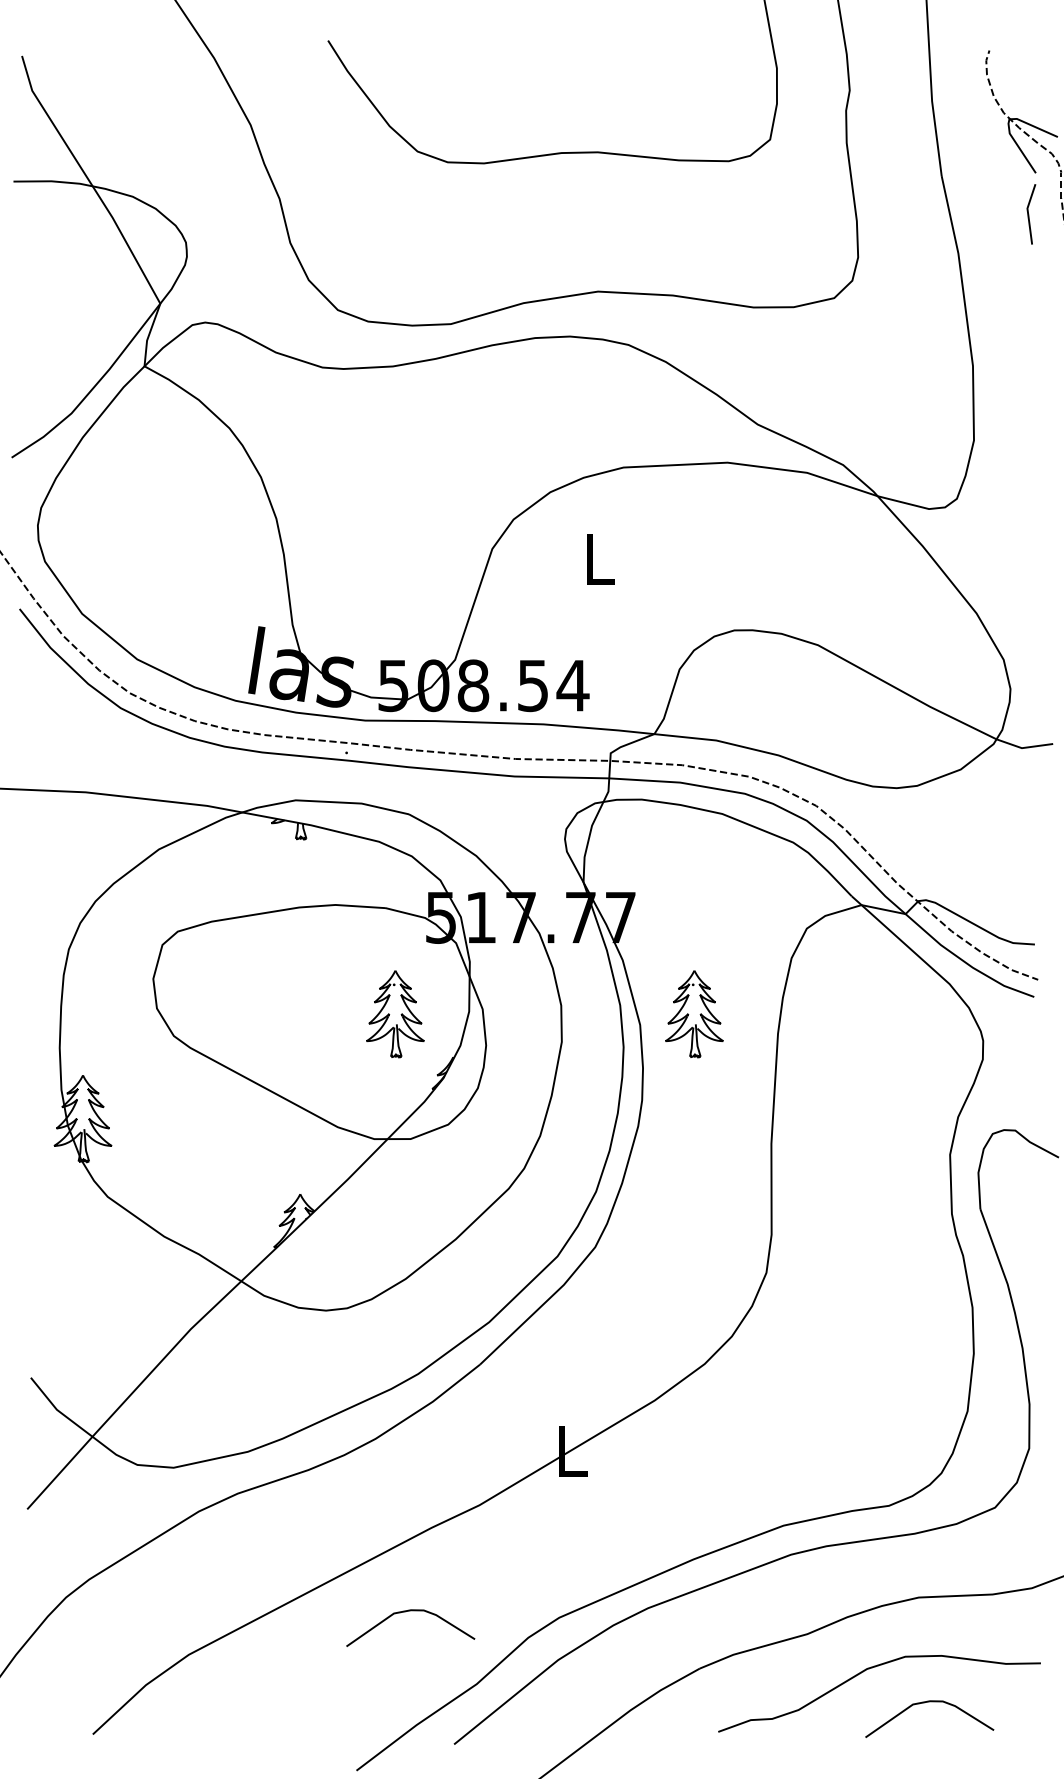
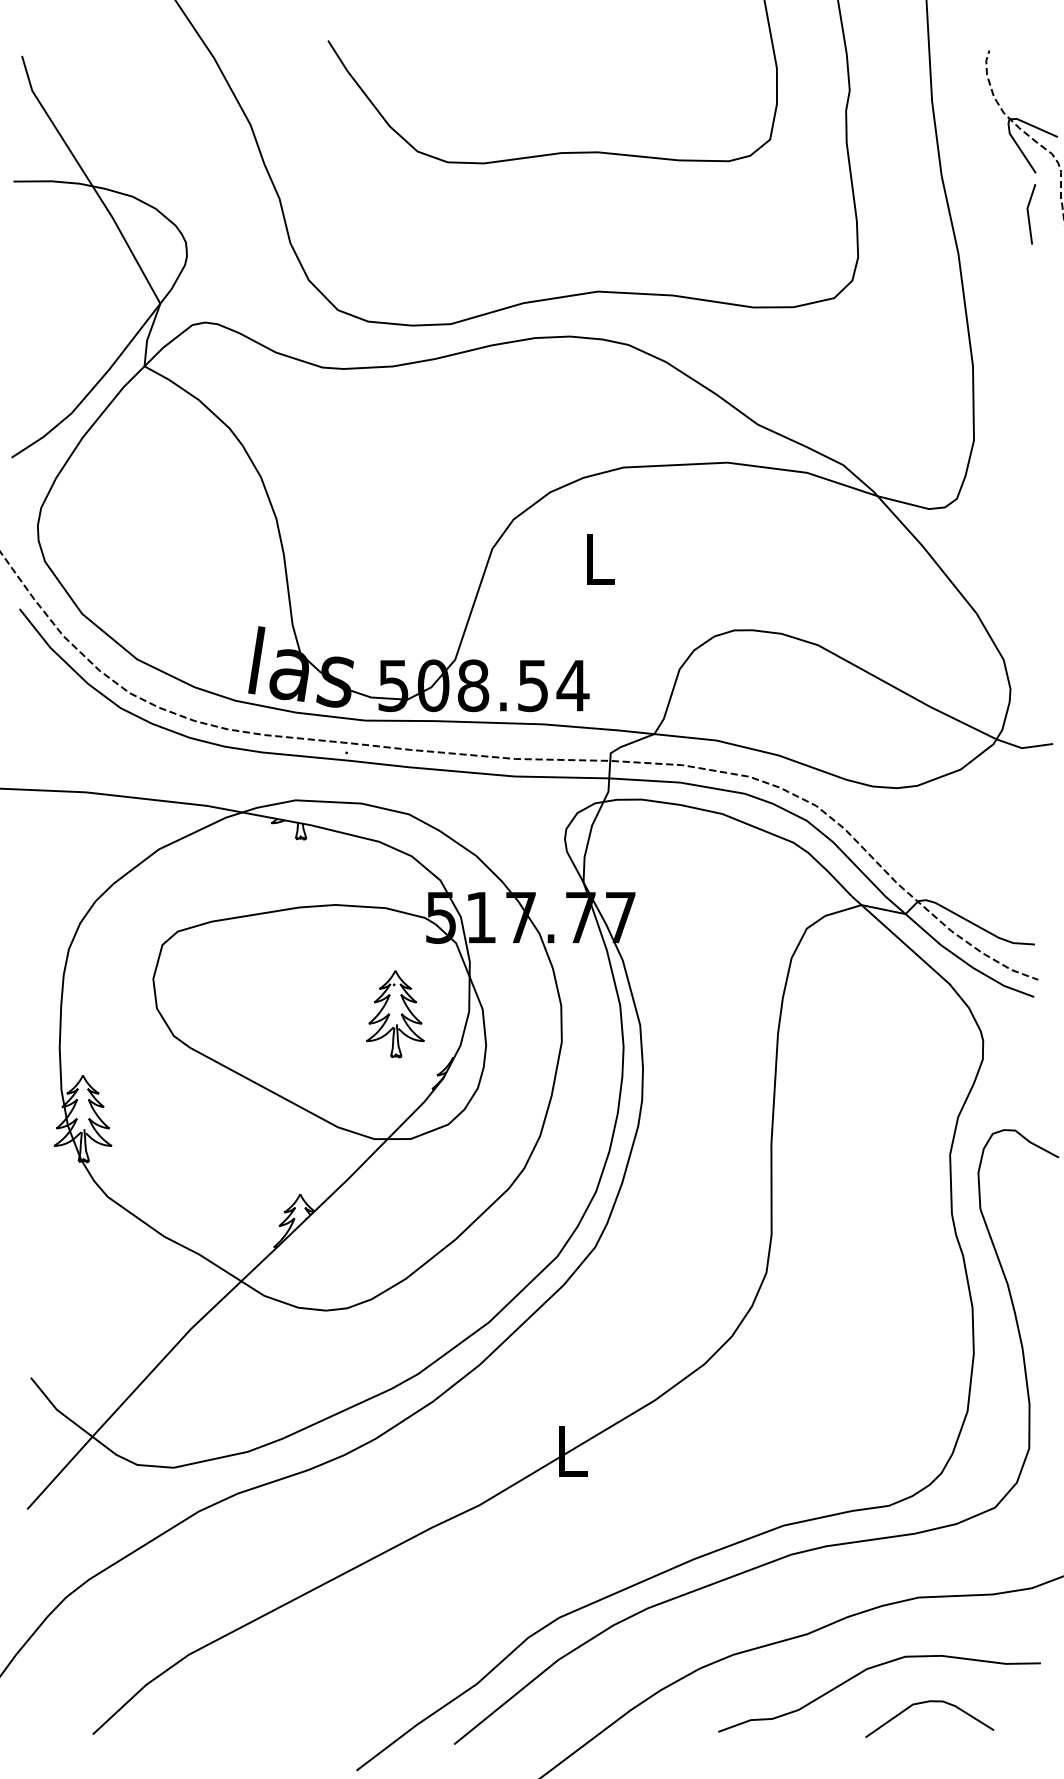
part at (694, 1014): present -> none
curve at (405, 1612): present -> none
